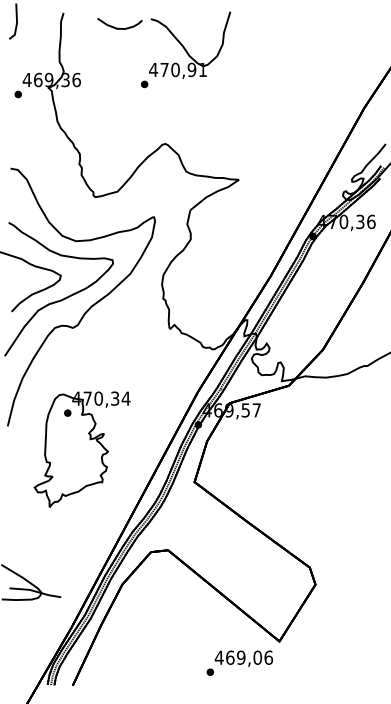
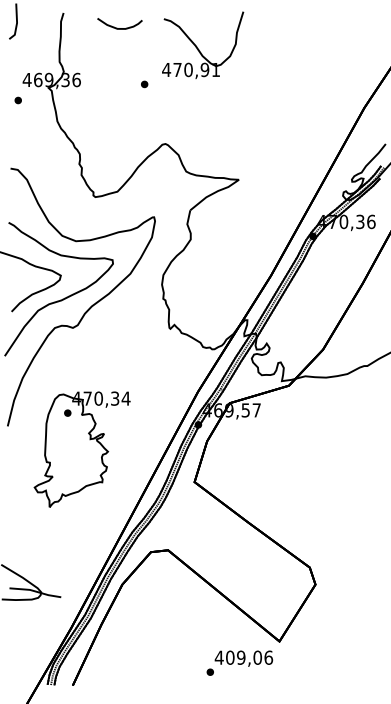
part at (184, 46) position: (184, 46) -> (197, 46)
part at (17, 94) position: (17, 94) -> (17, 100)
text at (230, 657): 469,06 -> 409,06
